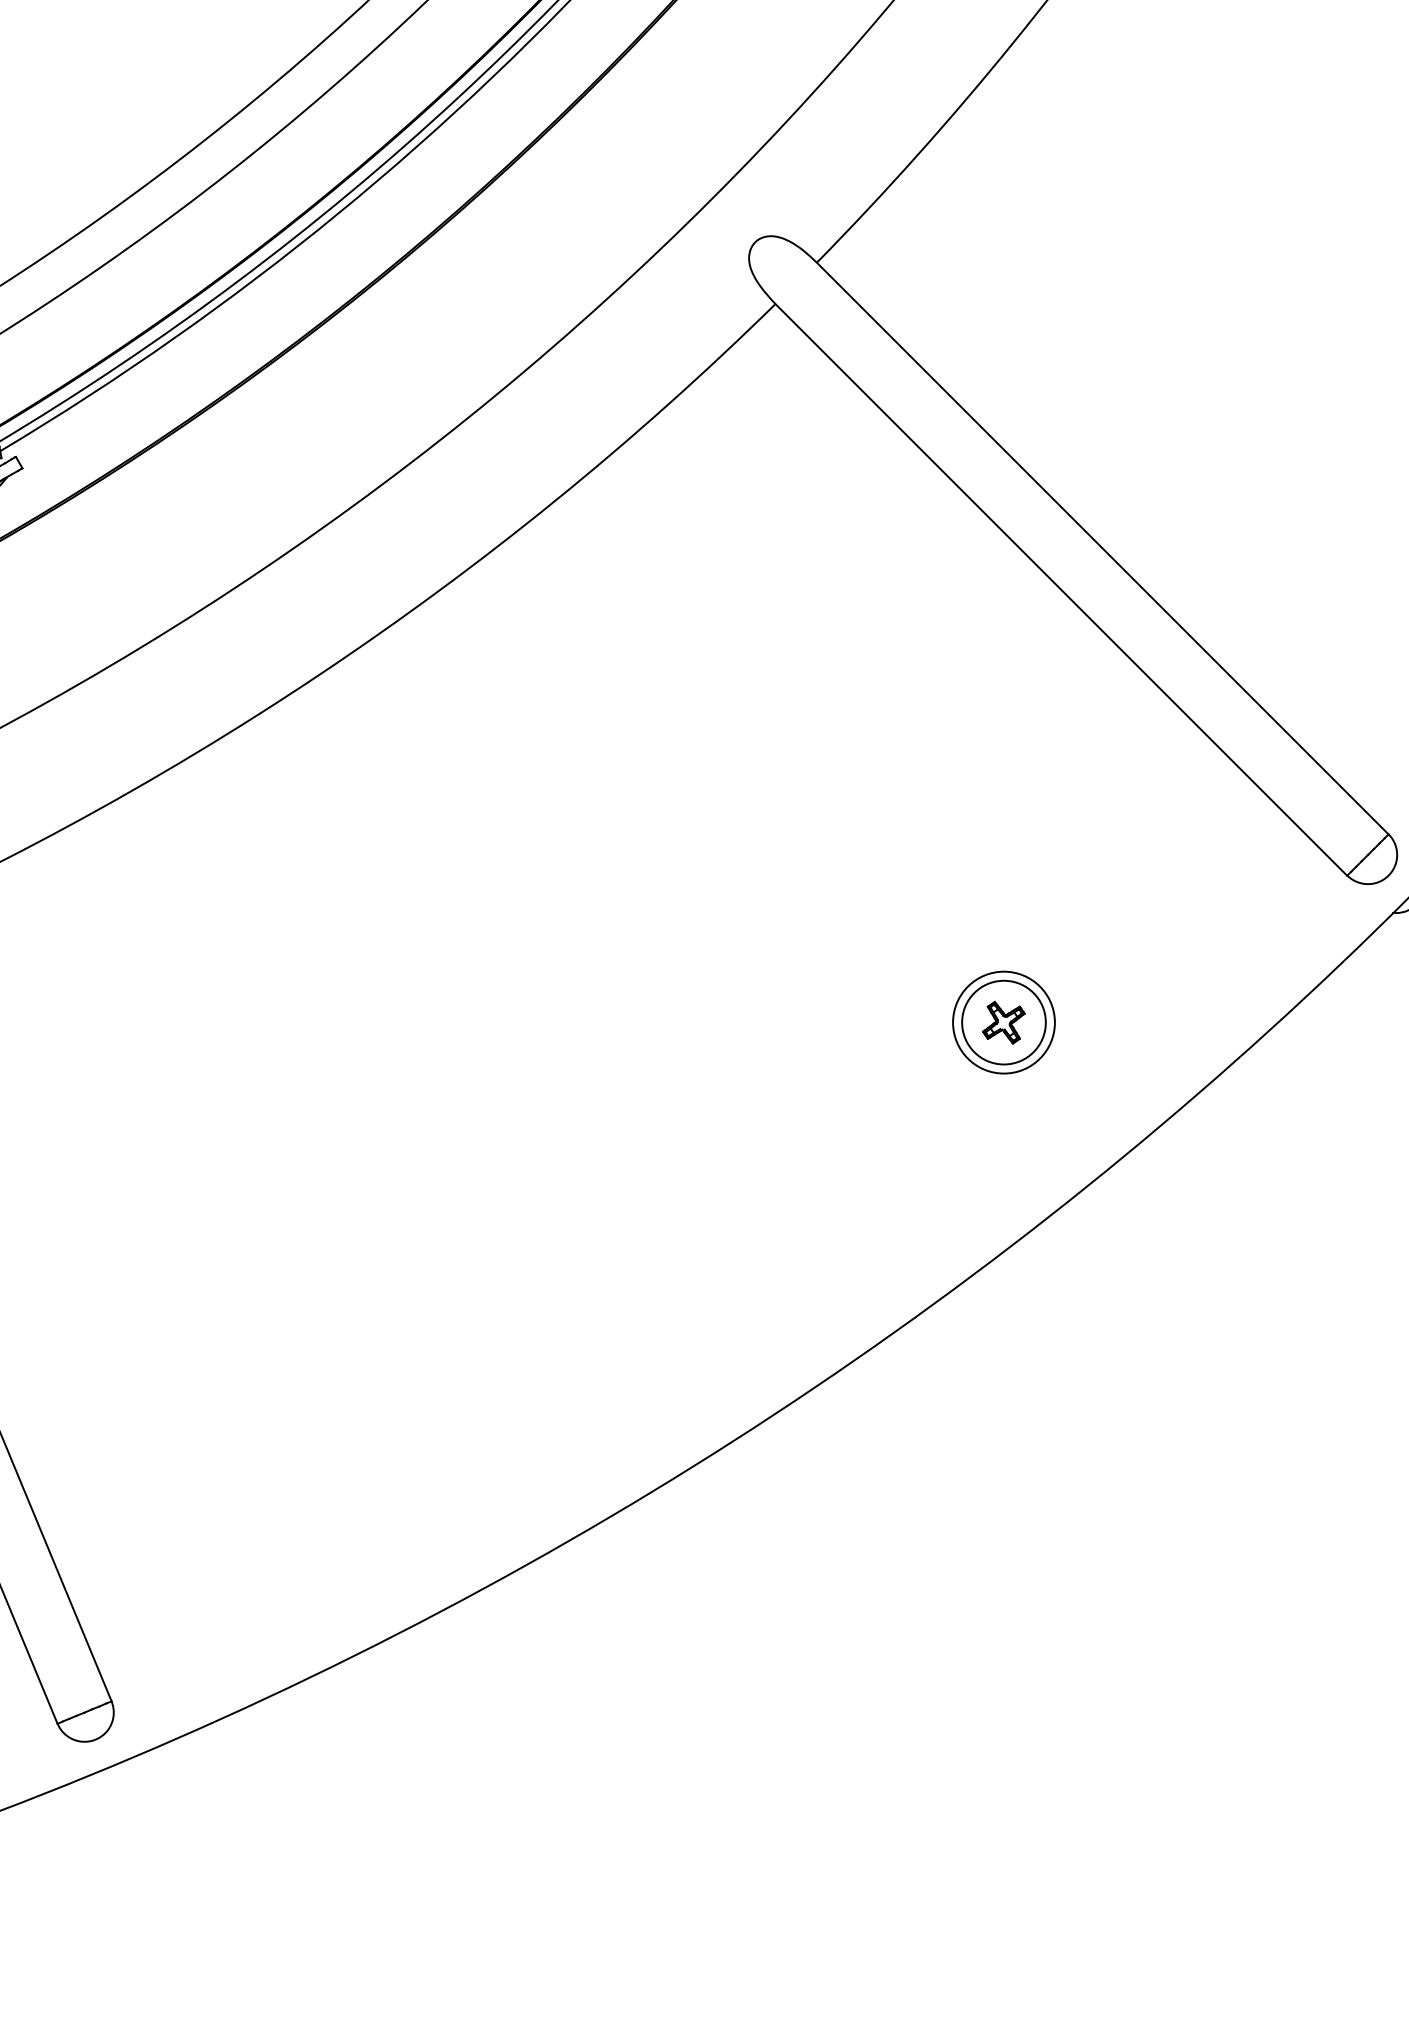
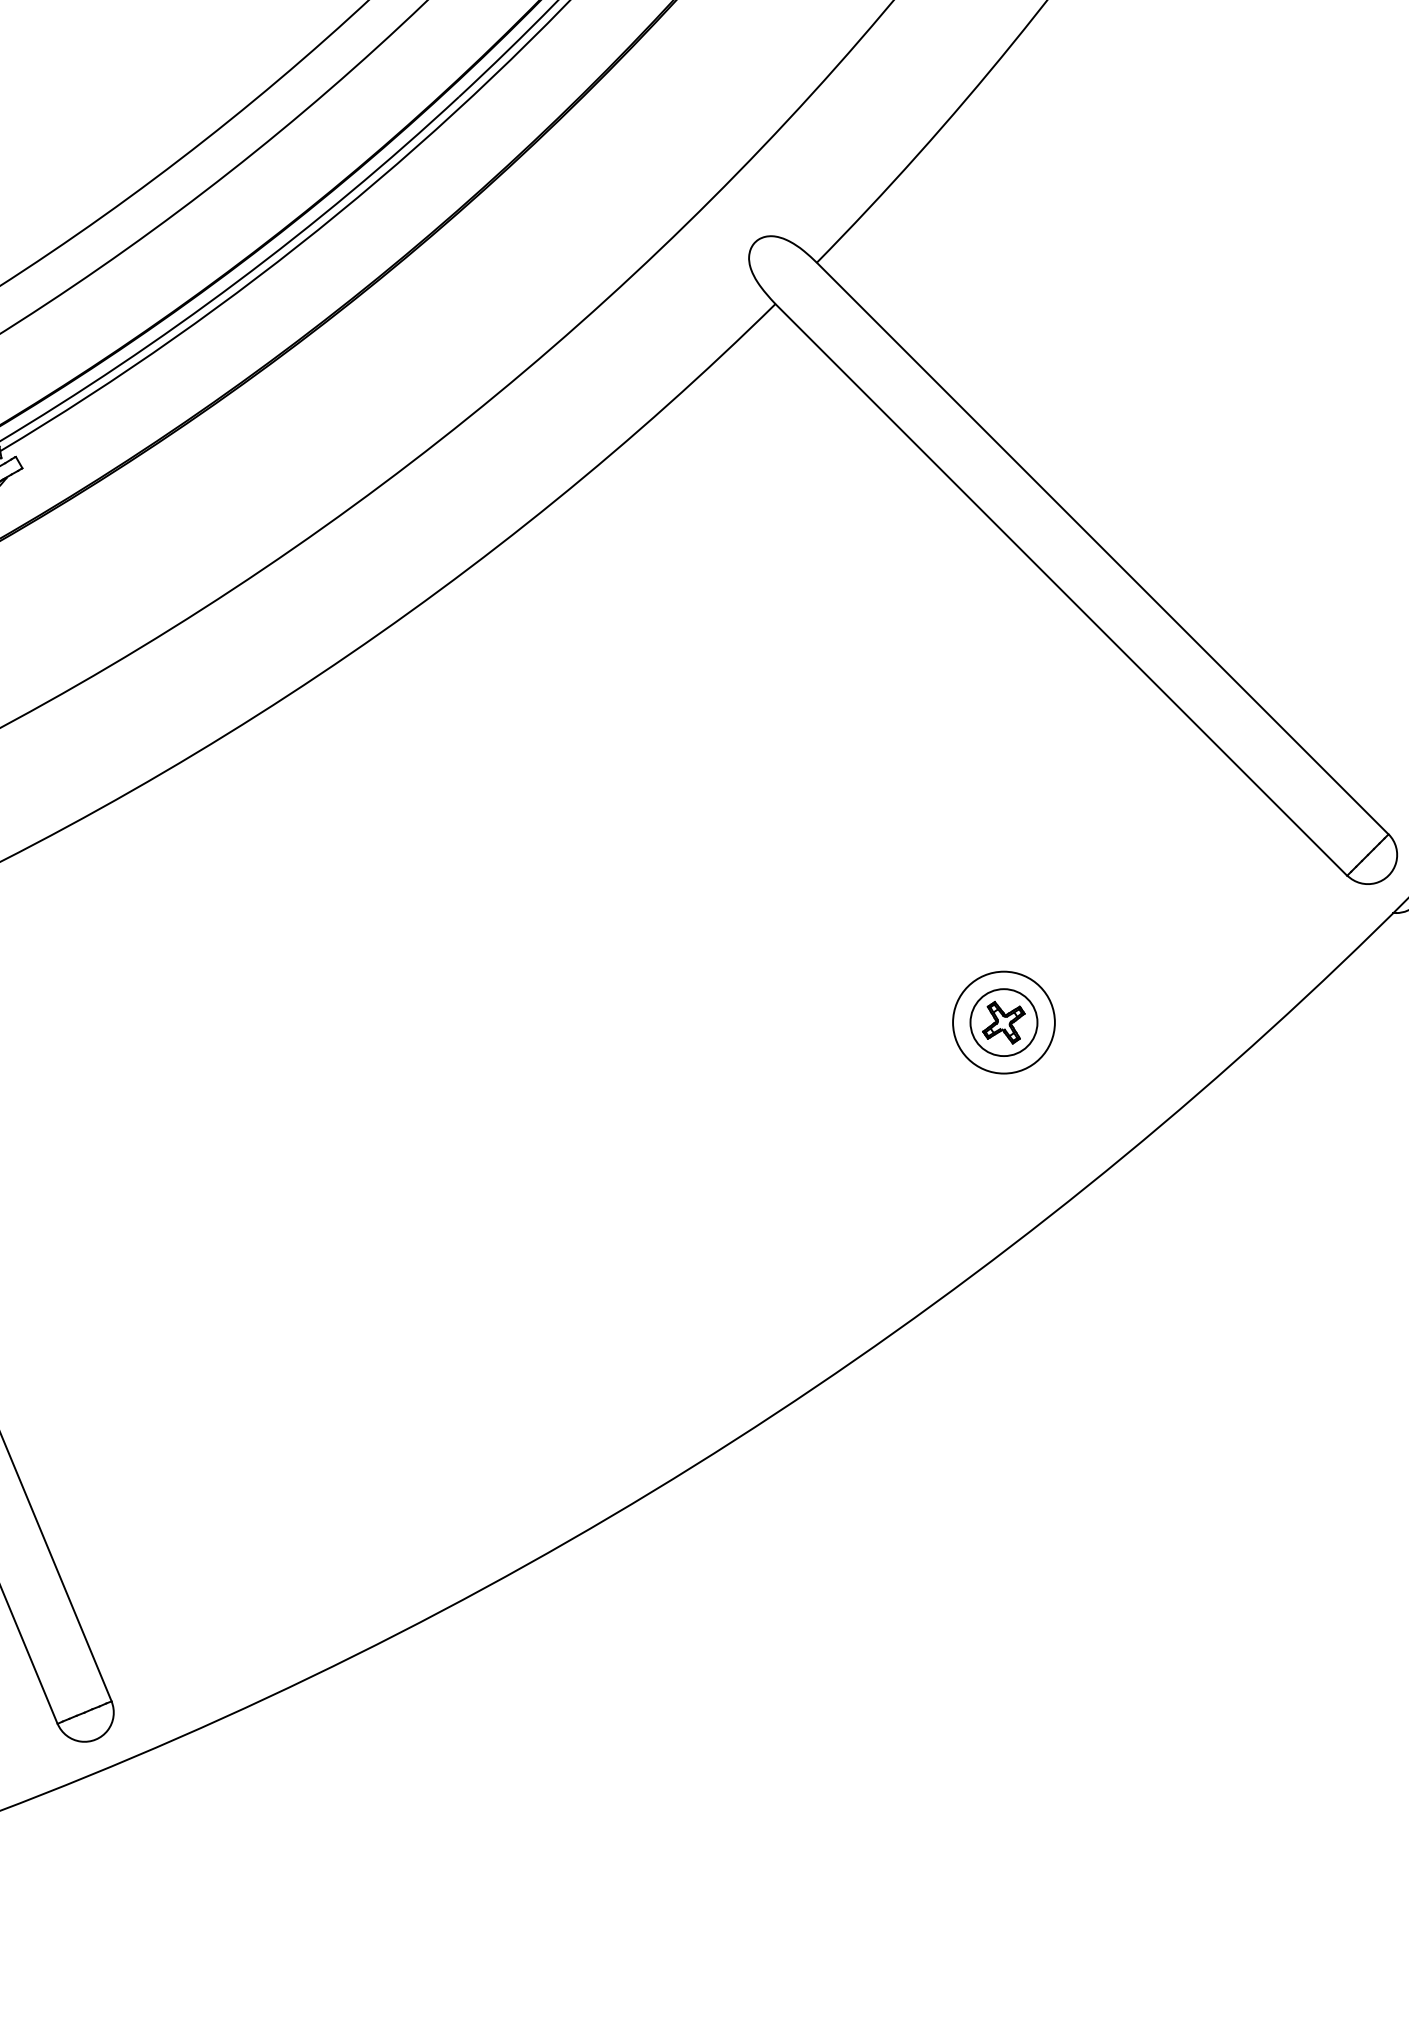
circle at (1003, 1022) diameter: 84 px -> 67 px
